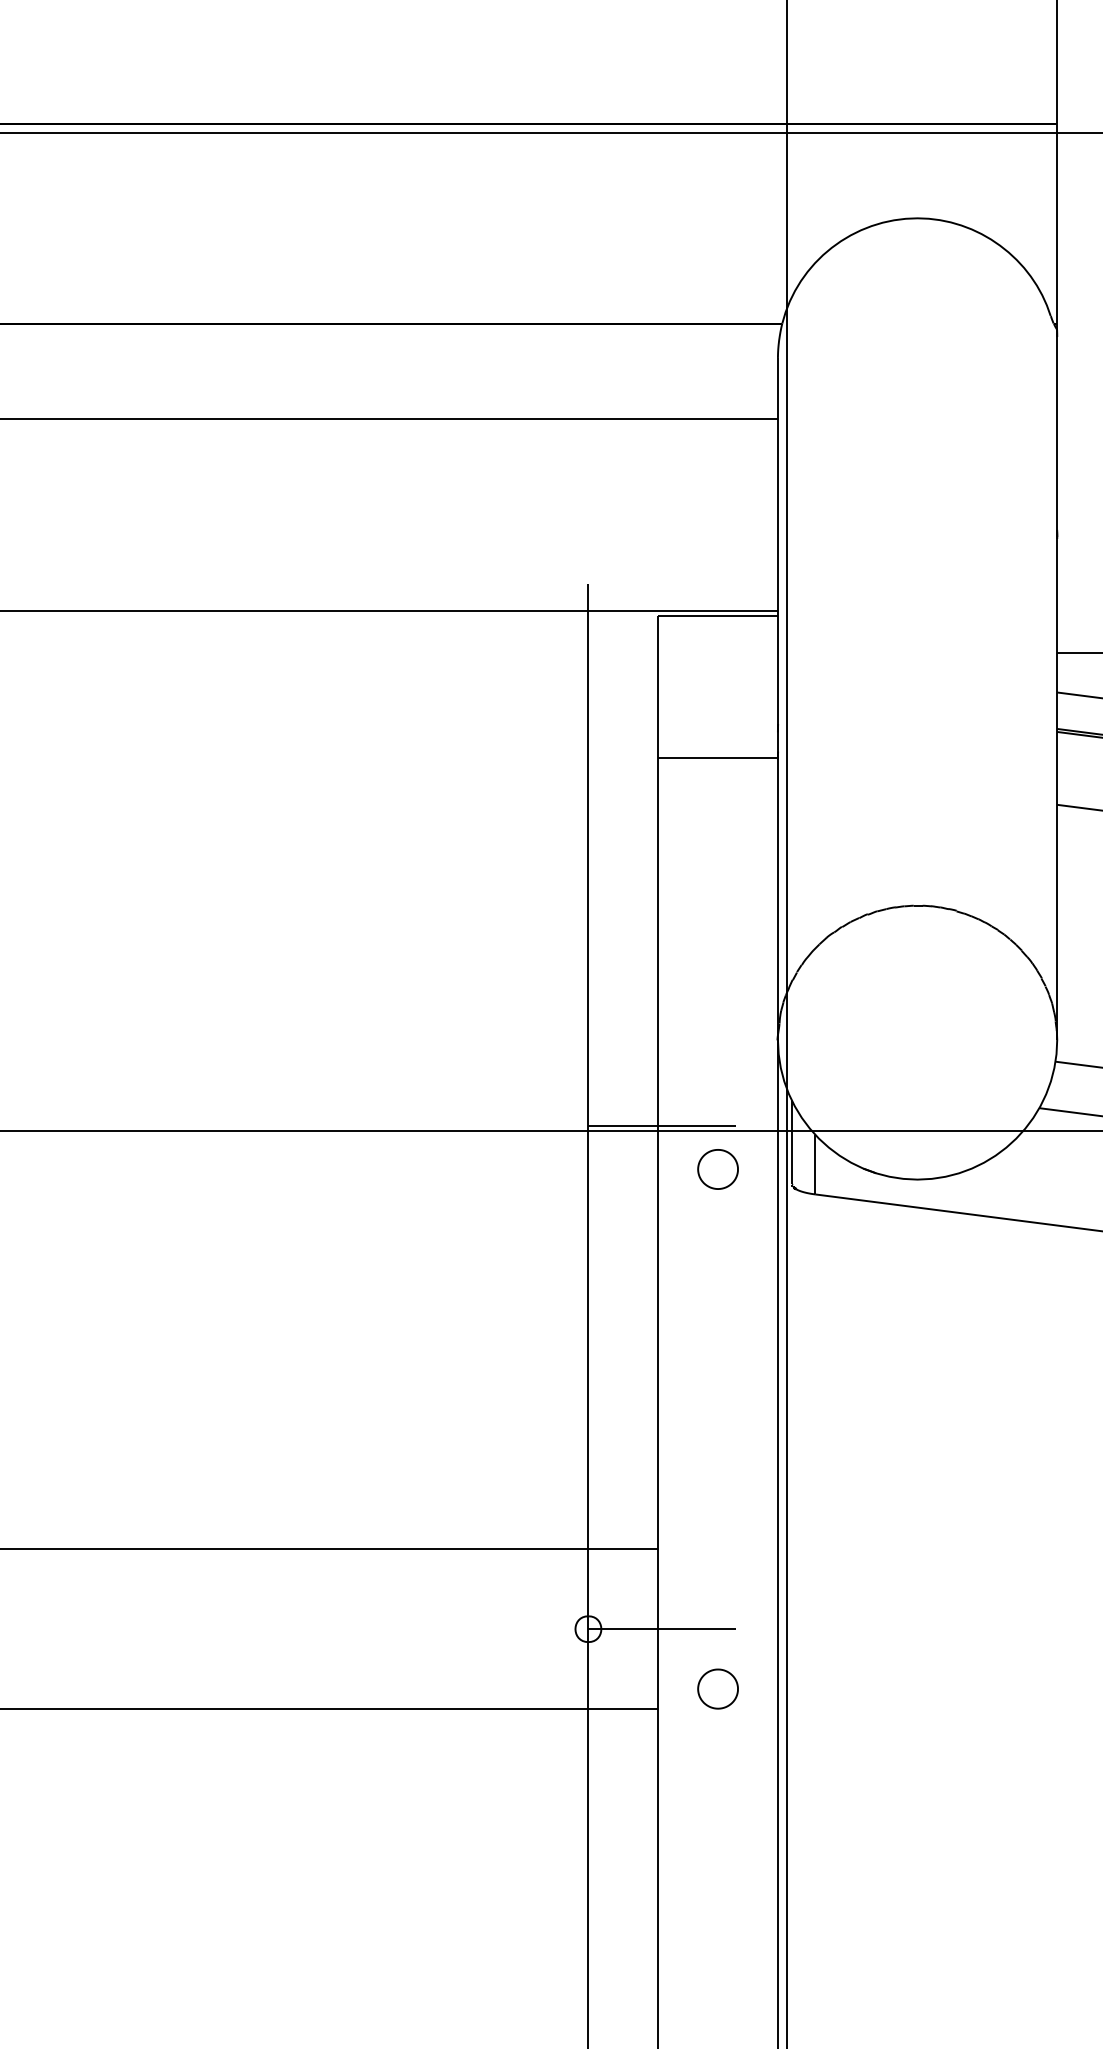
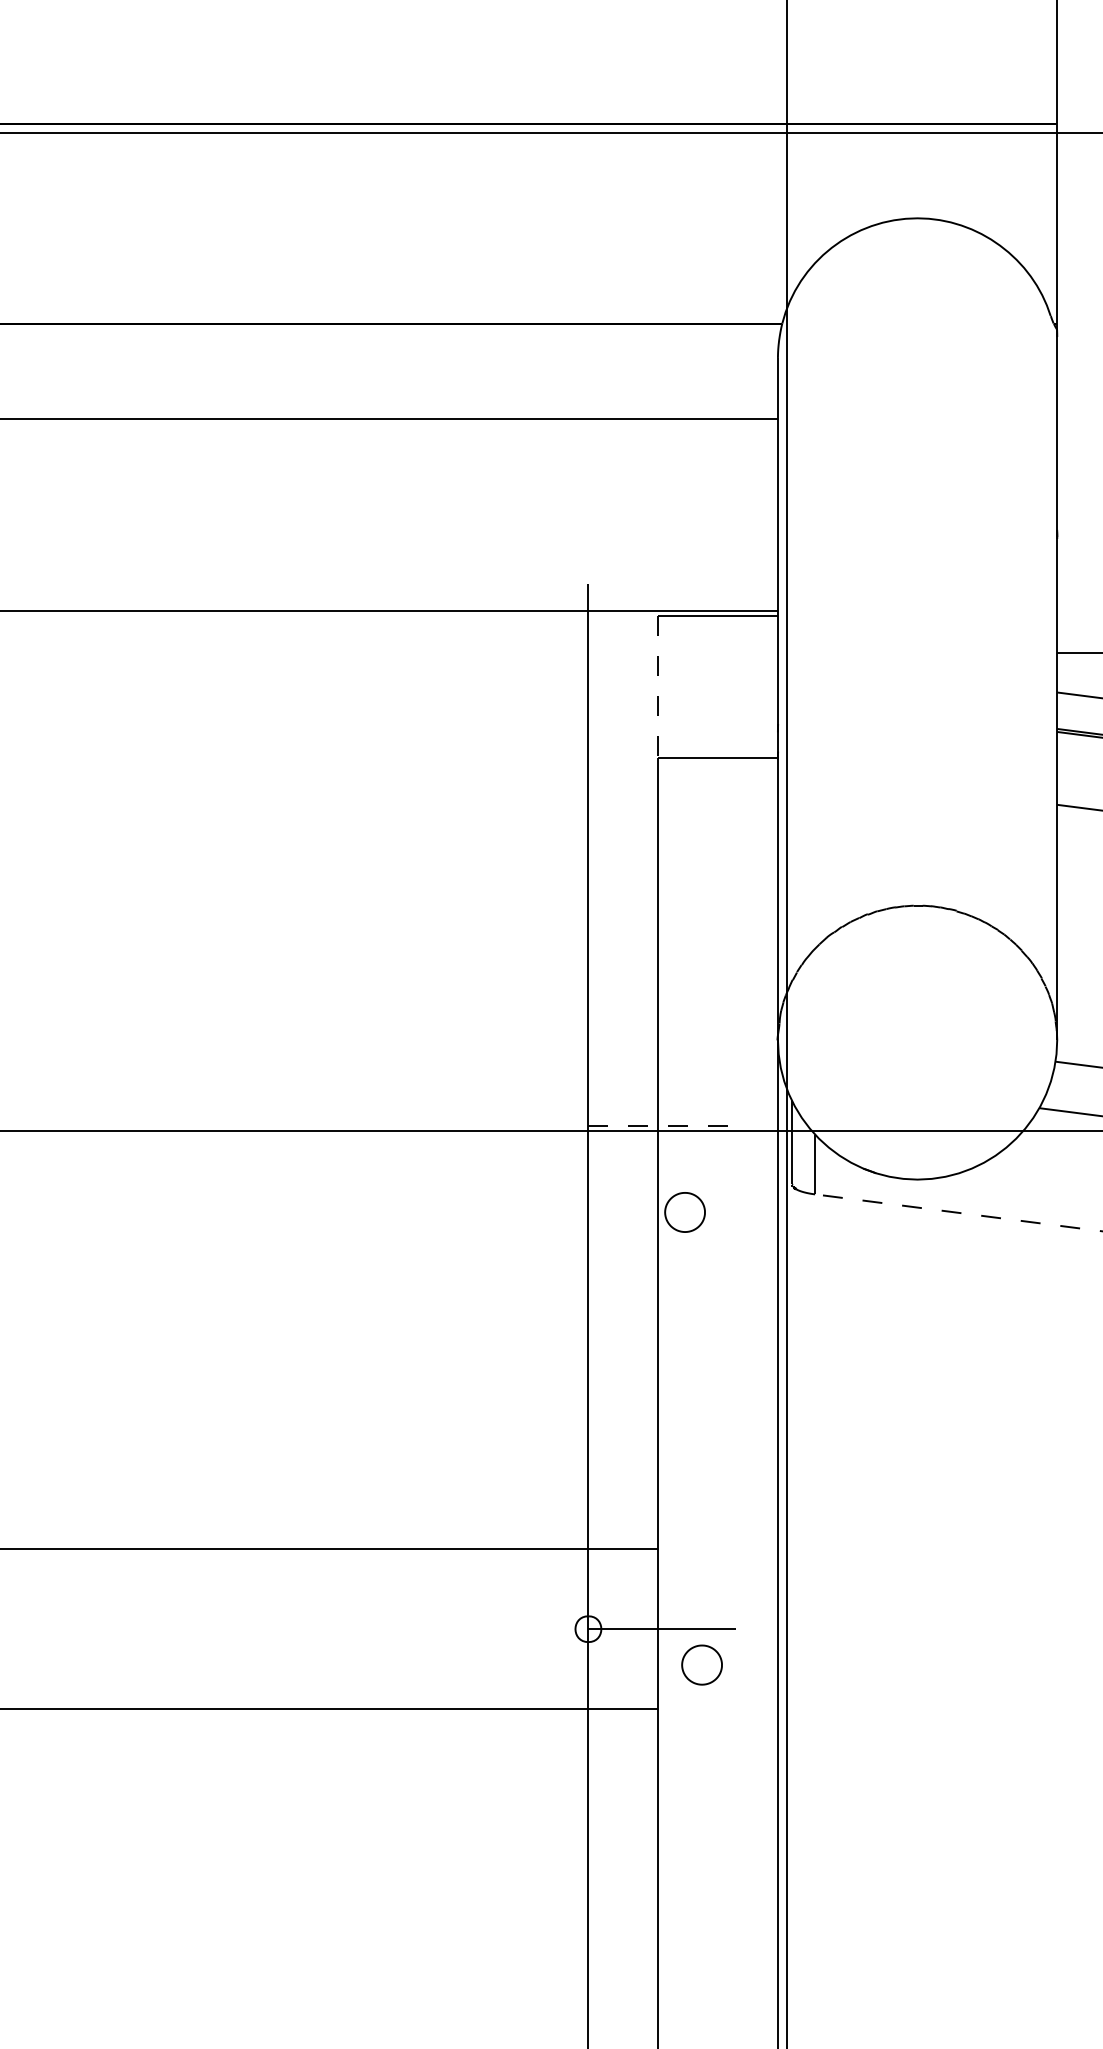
line at (658, 686): solid -> dashed
line at (662, 1126): solid -> dashed
part at (717, 1169) position: (717, 1169) -> (684, 1212)
line at (958, 1212): solid -> dashed
part at (717, 1688) position: (717, 1688) -> (701, 1664)
